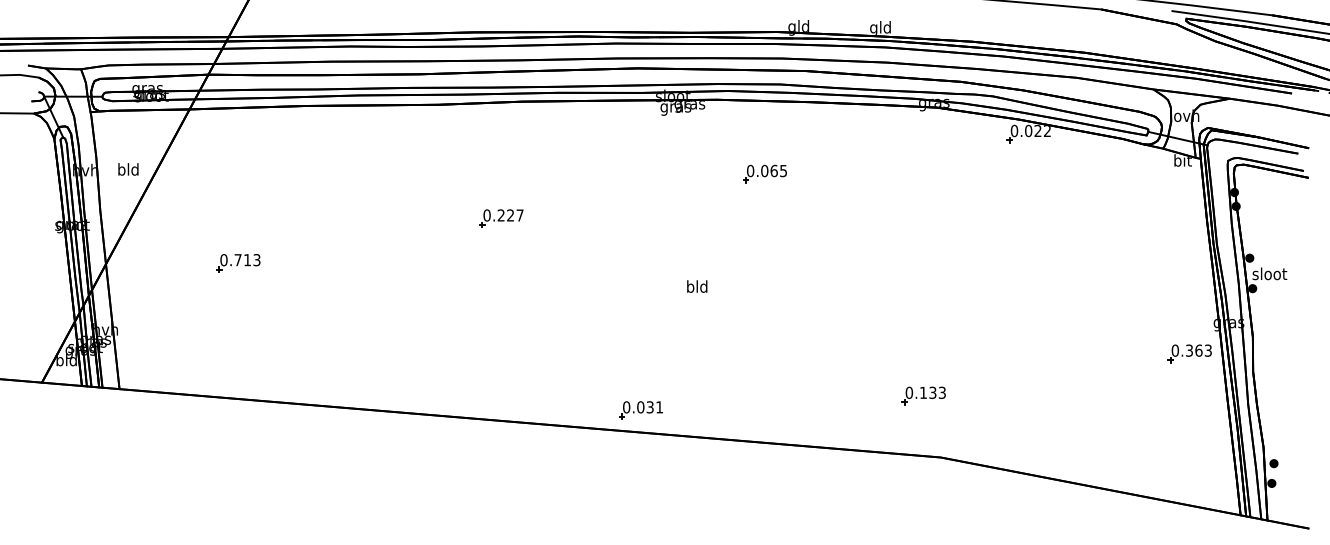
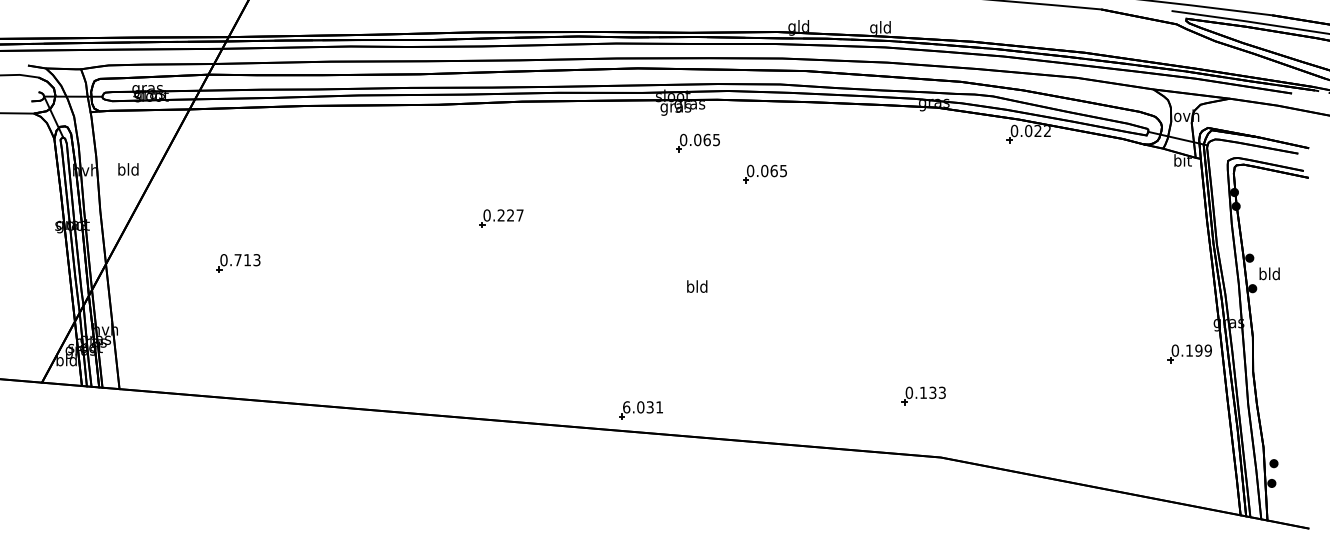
part at (697, 142): none -> present
text at (1269, 273): sloot -> bld
text at (1198, 350): 0.363 -> 0.199
text at (626, 407): 0.031 -> 6.031
